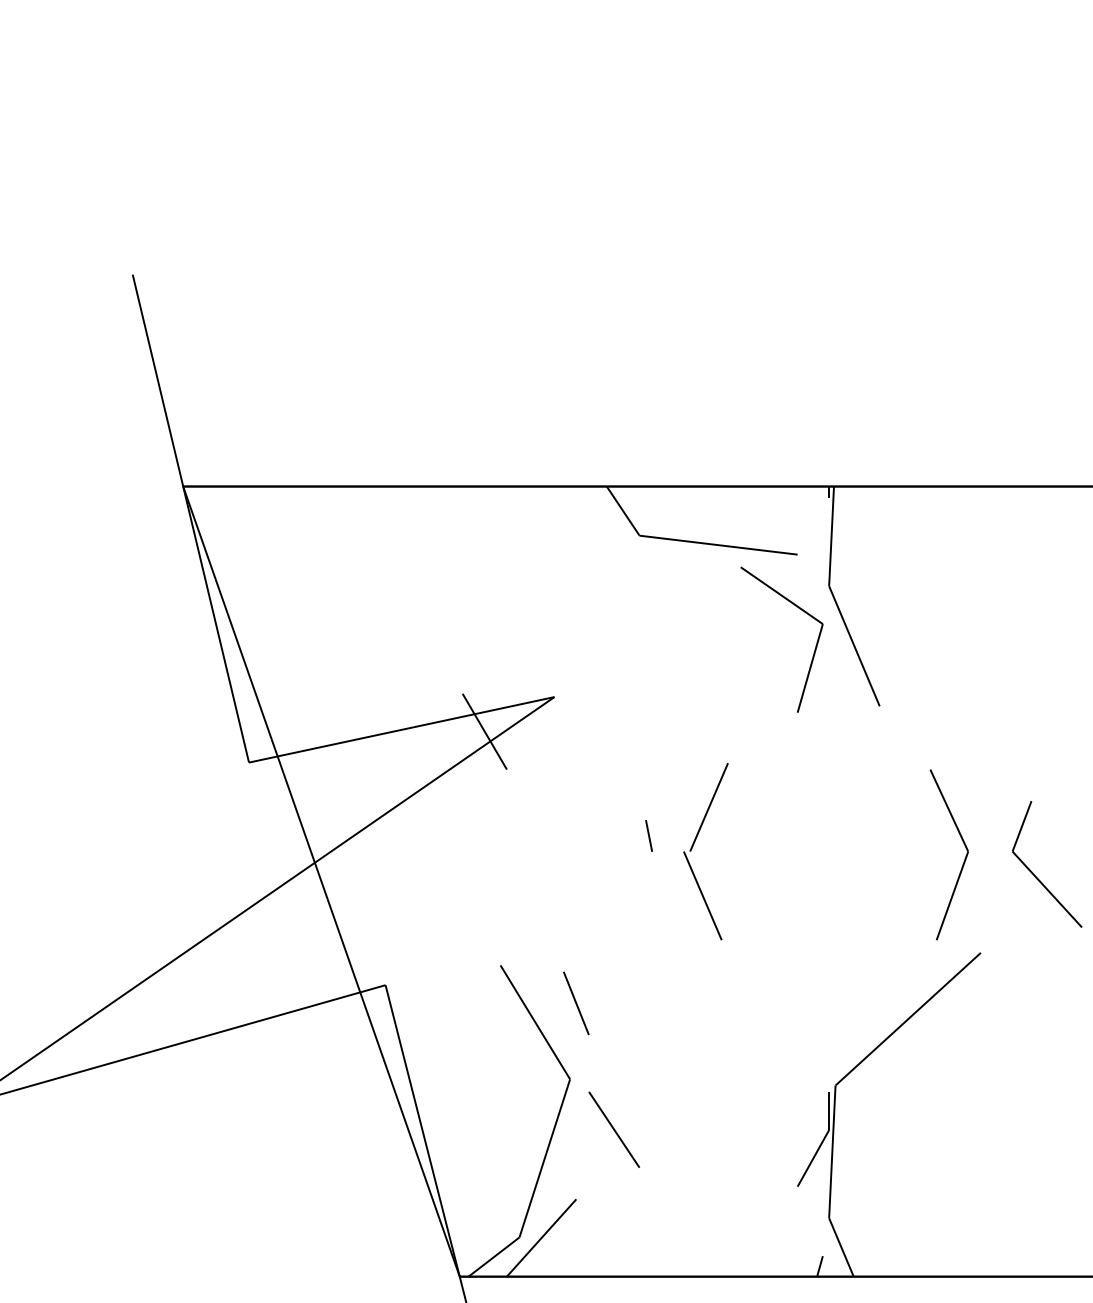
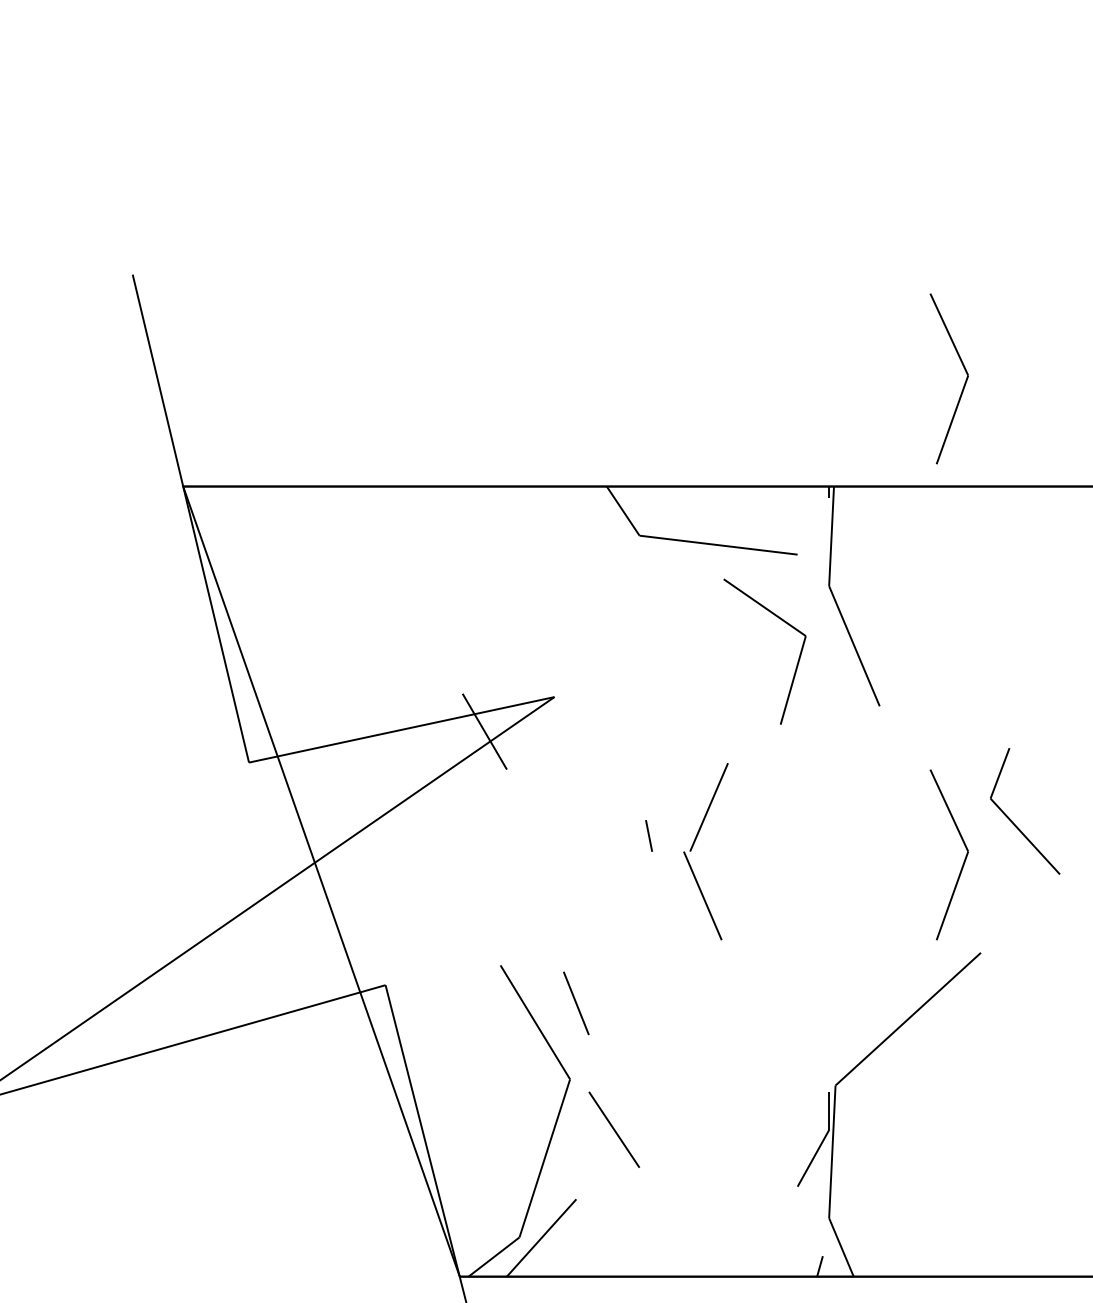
part at (964, 382): none -> present
part at (814, 649) position: (814, 649) -> (797, 661)
part at (1033, 872) position: (1033, 872) -> (1011, 819)
